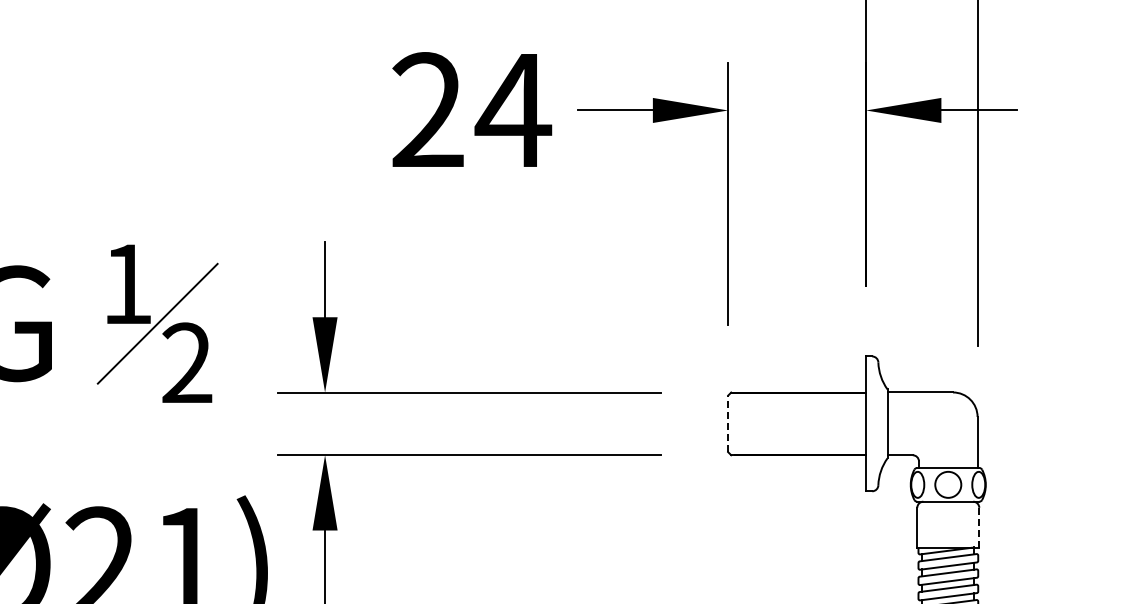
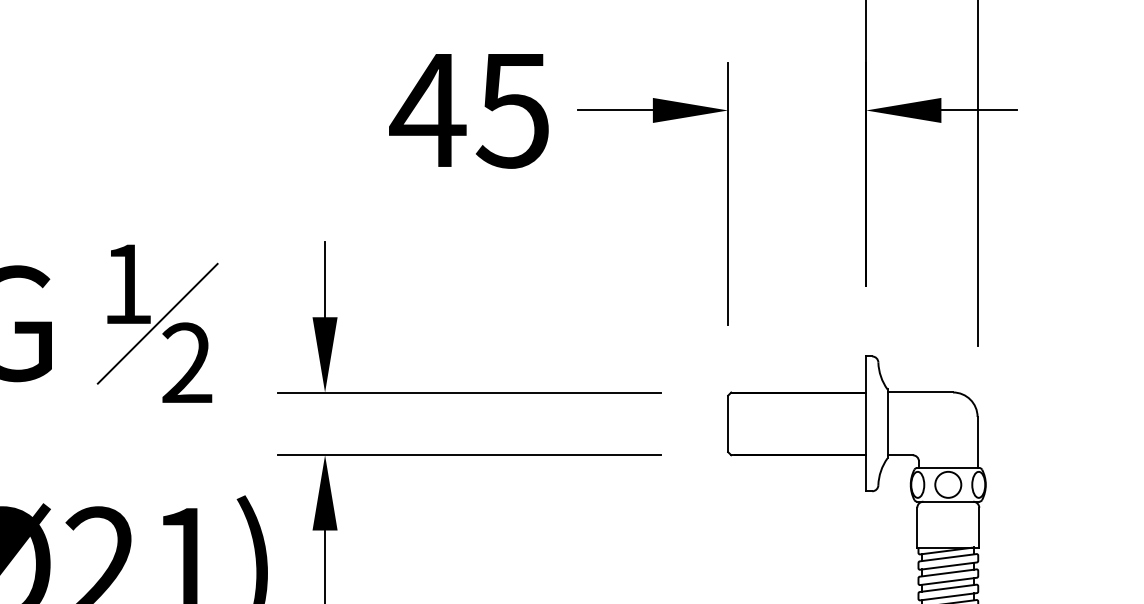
text at (470, 110): 24 -> 45
line at (728, 423): dashed -> solid
line at (979, 527): dashed -> solid
